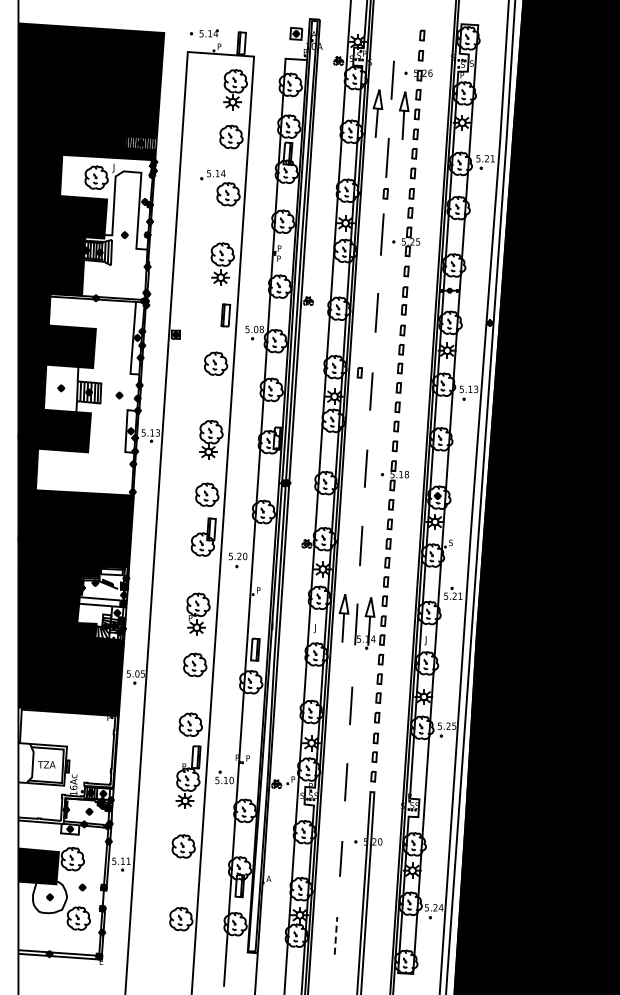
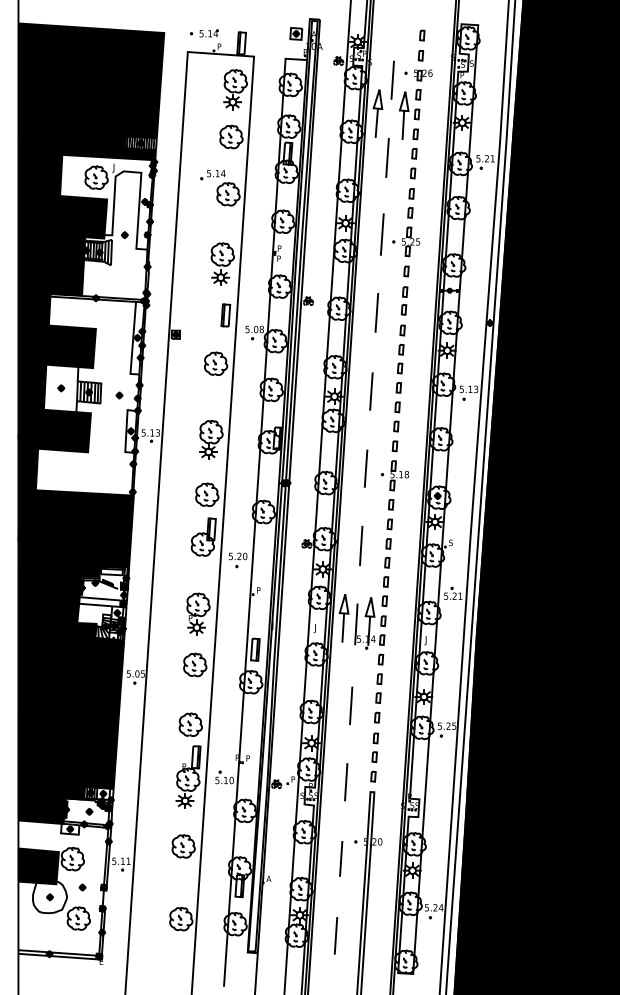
part at (385, 193): present -> none
part at (359, 372): present -> none
fill at (68, 765): none -> present
line at (336, 935): dashed -> solid
